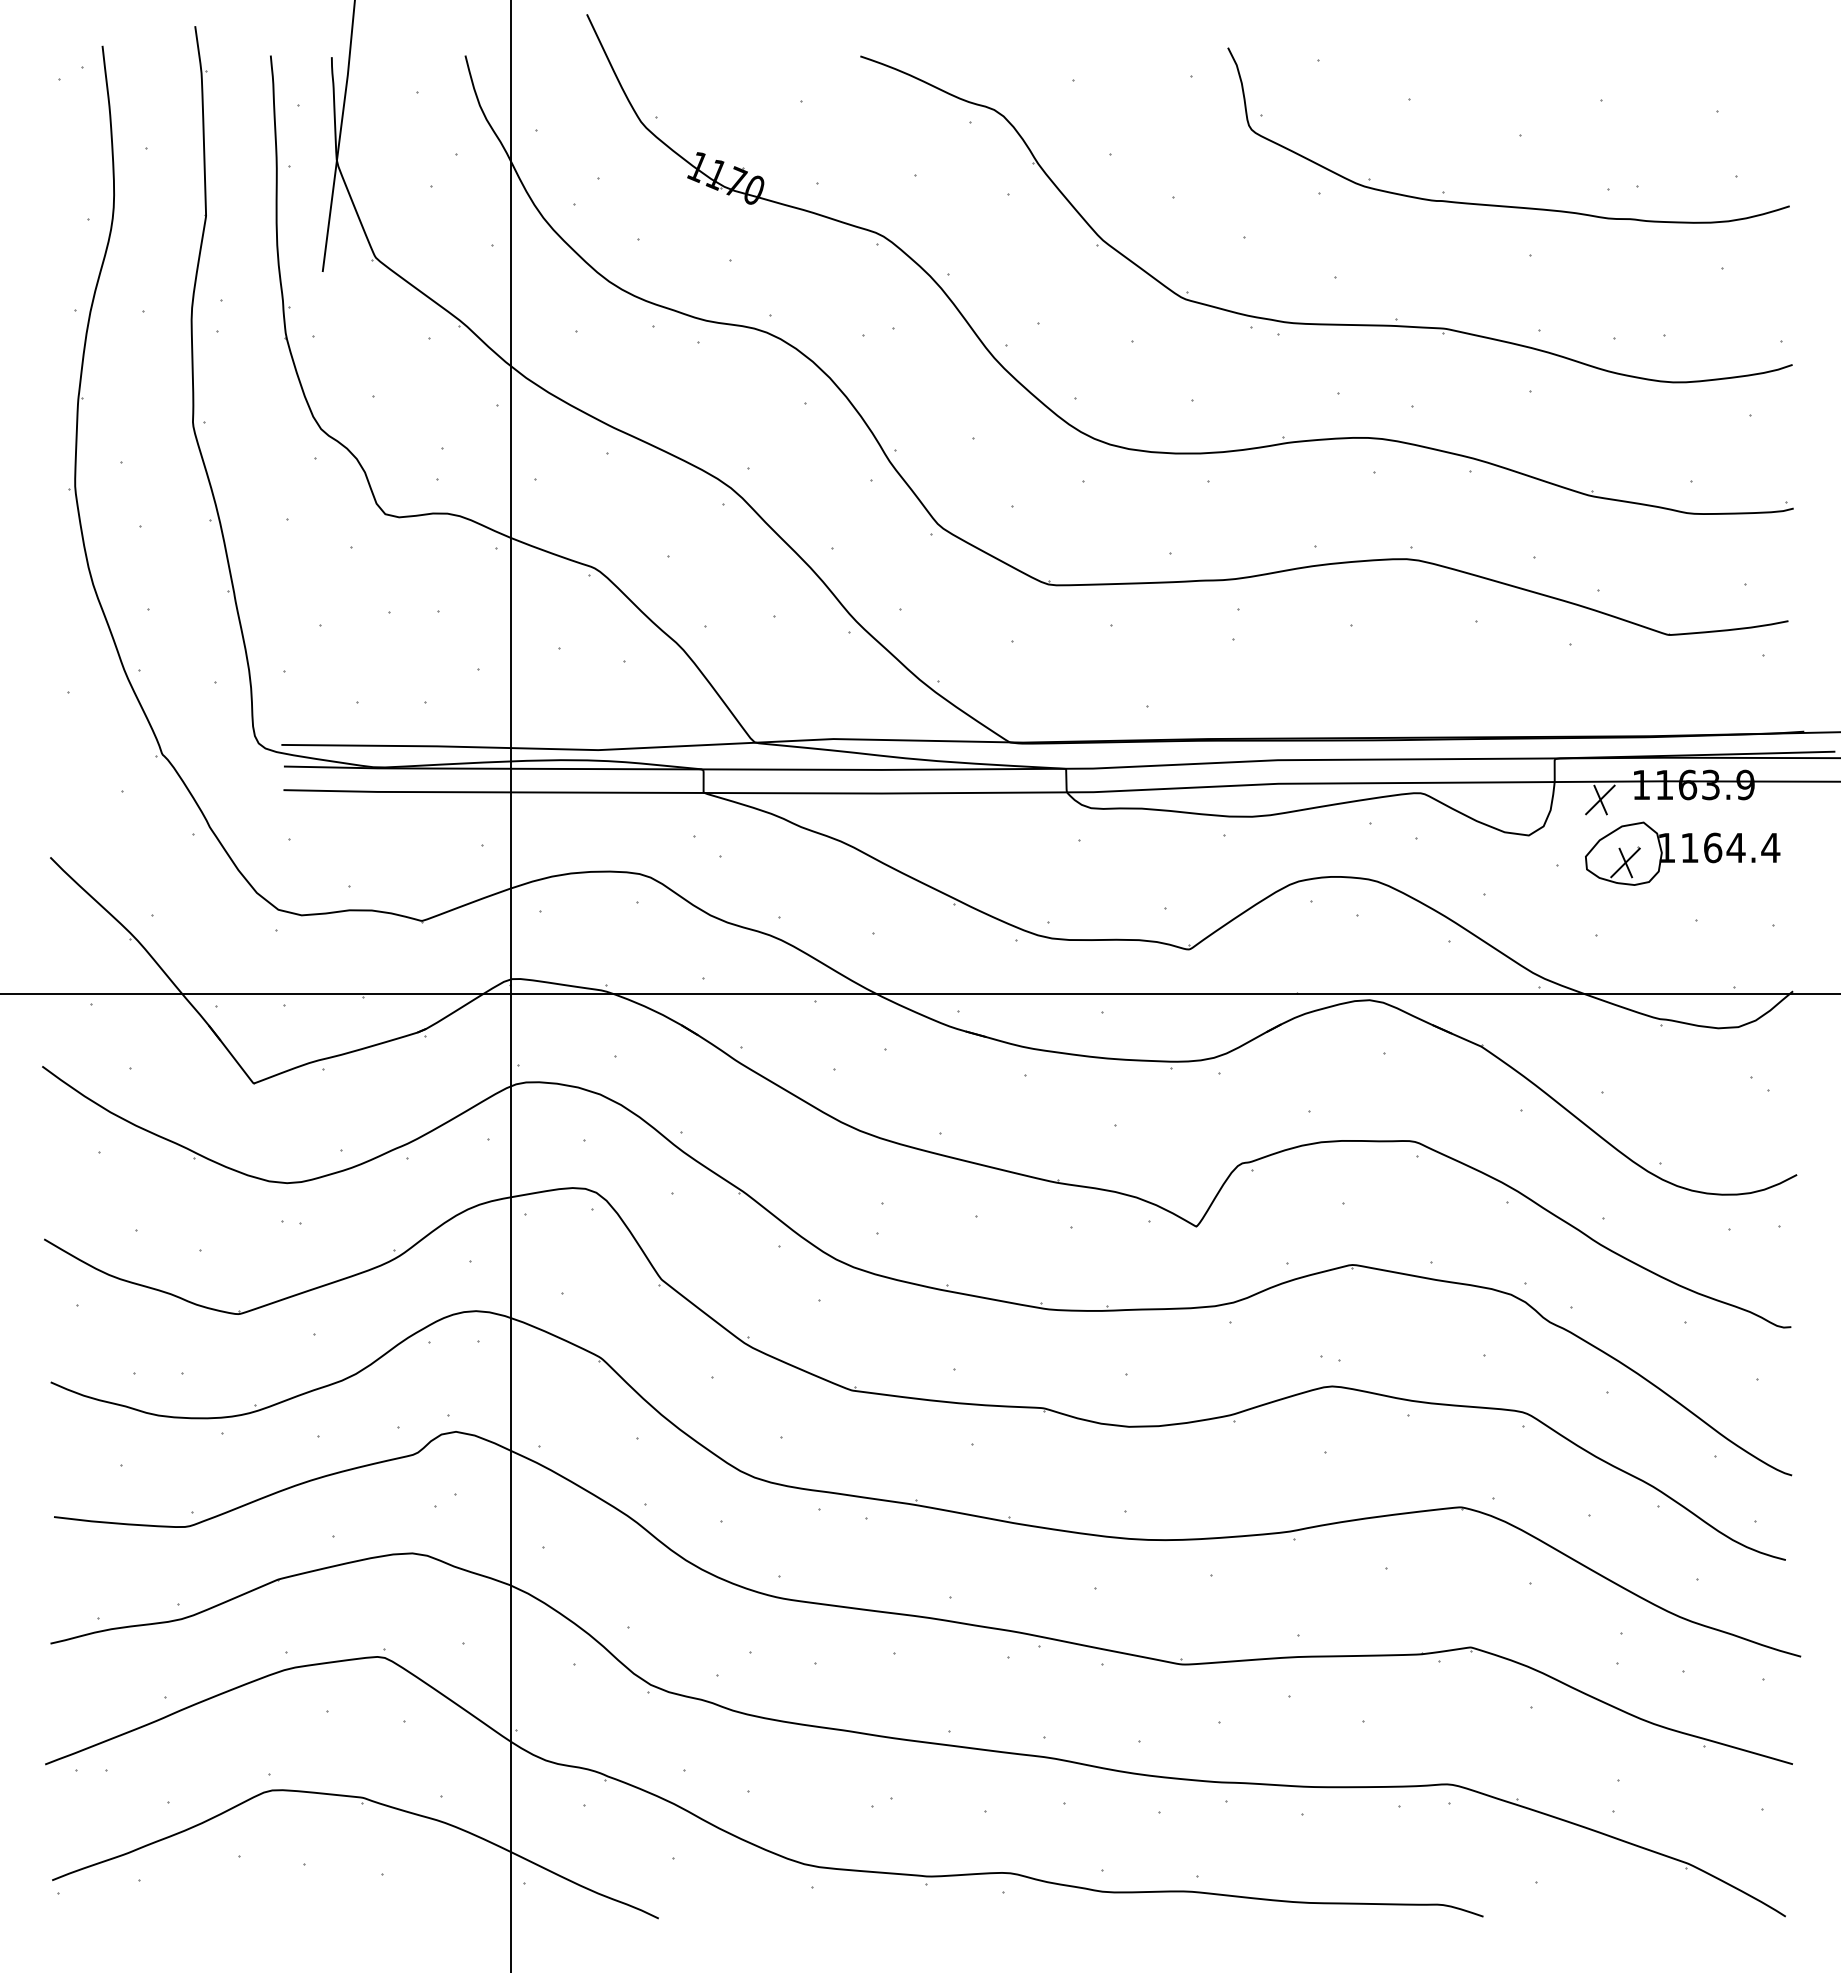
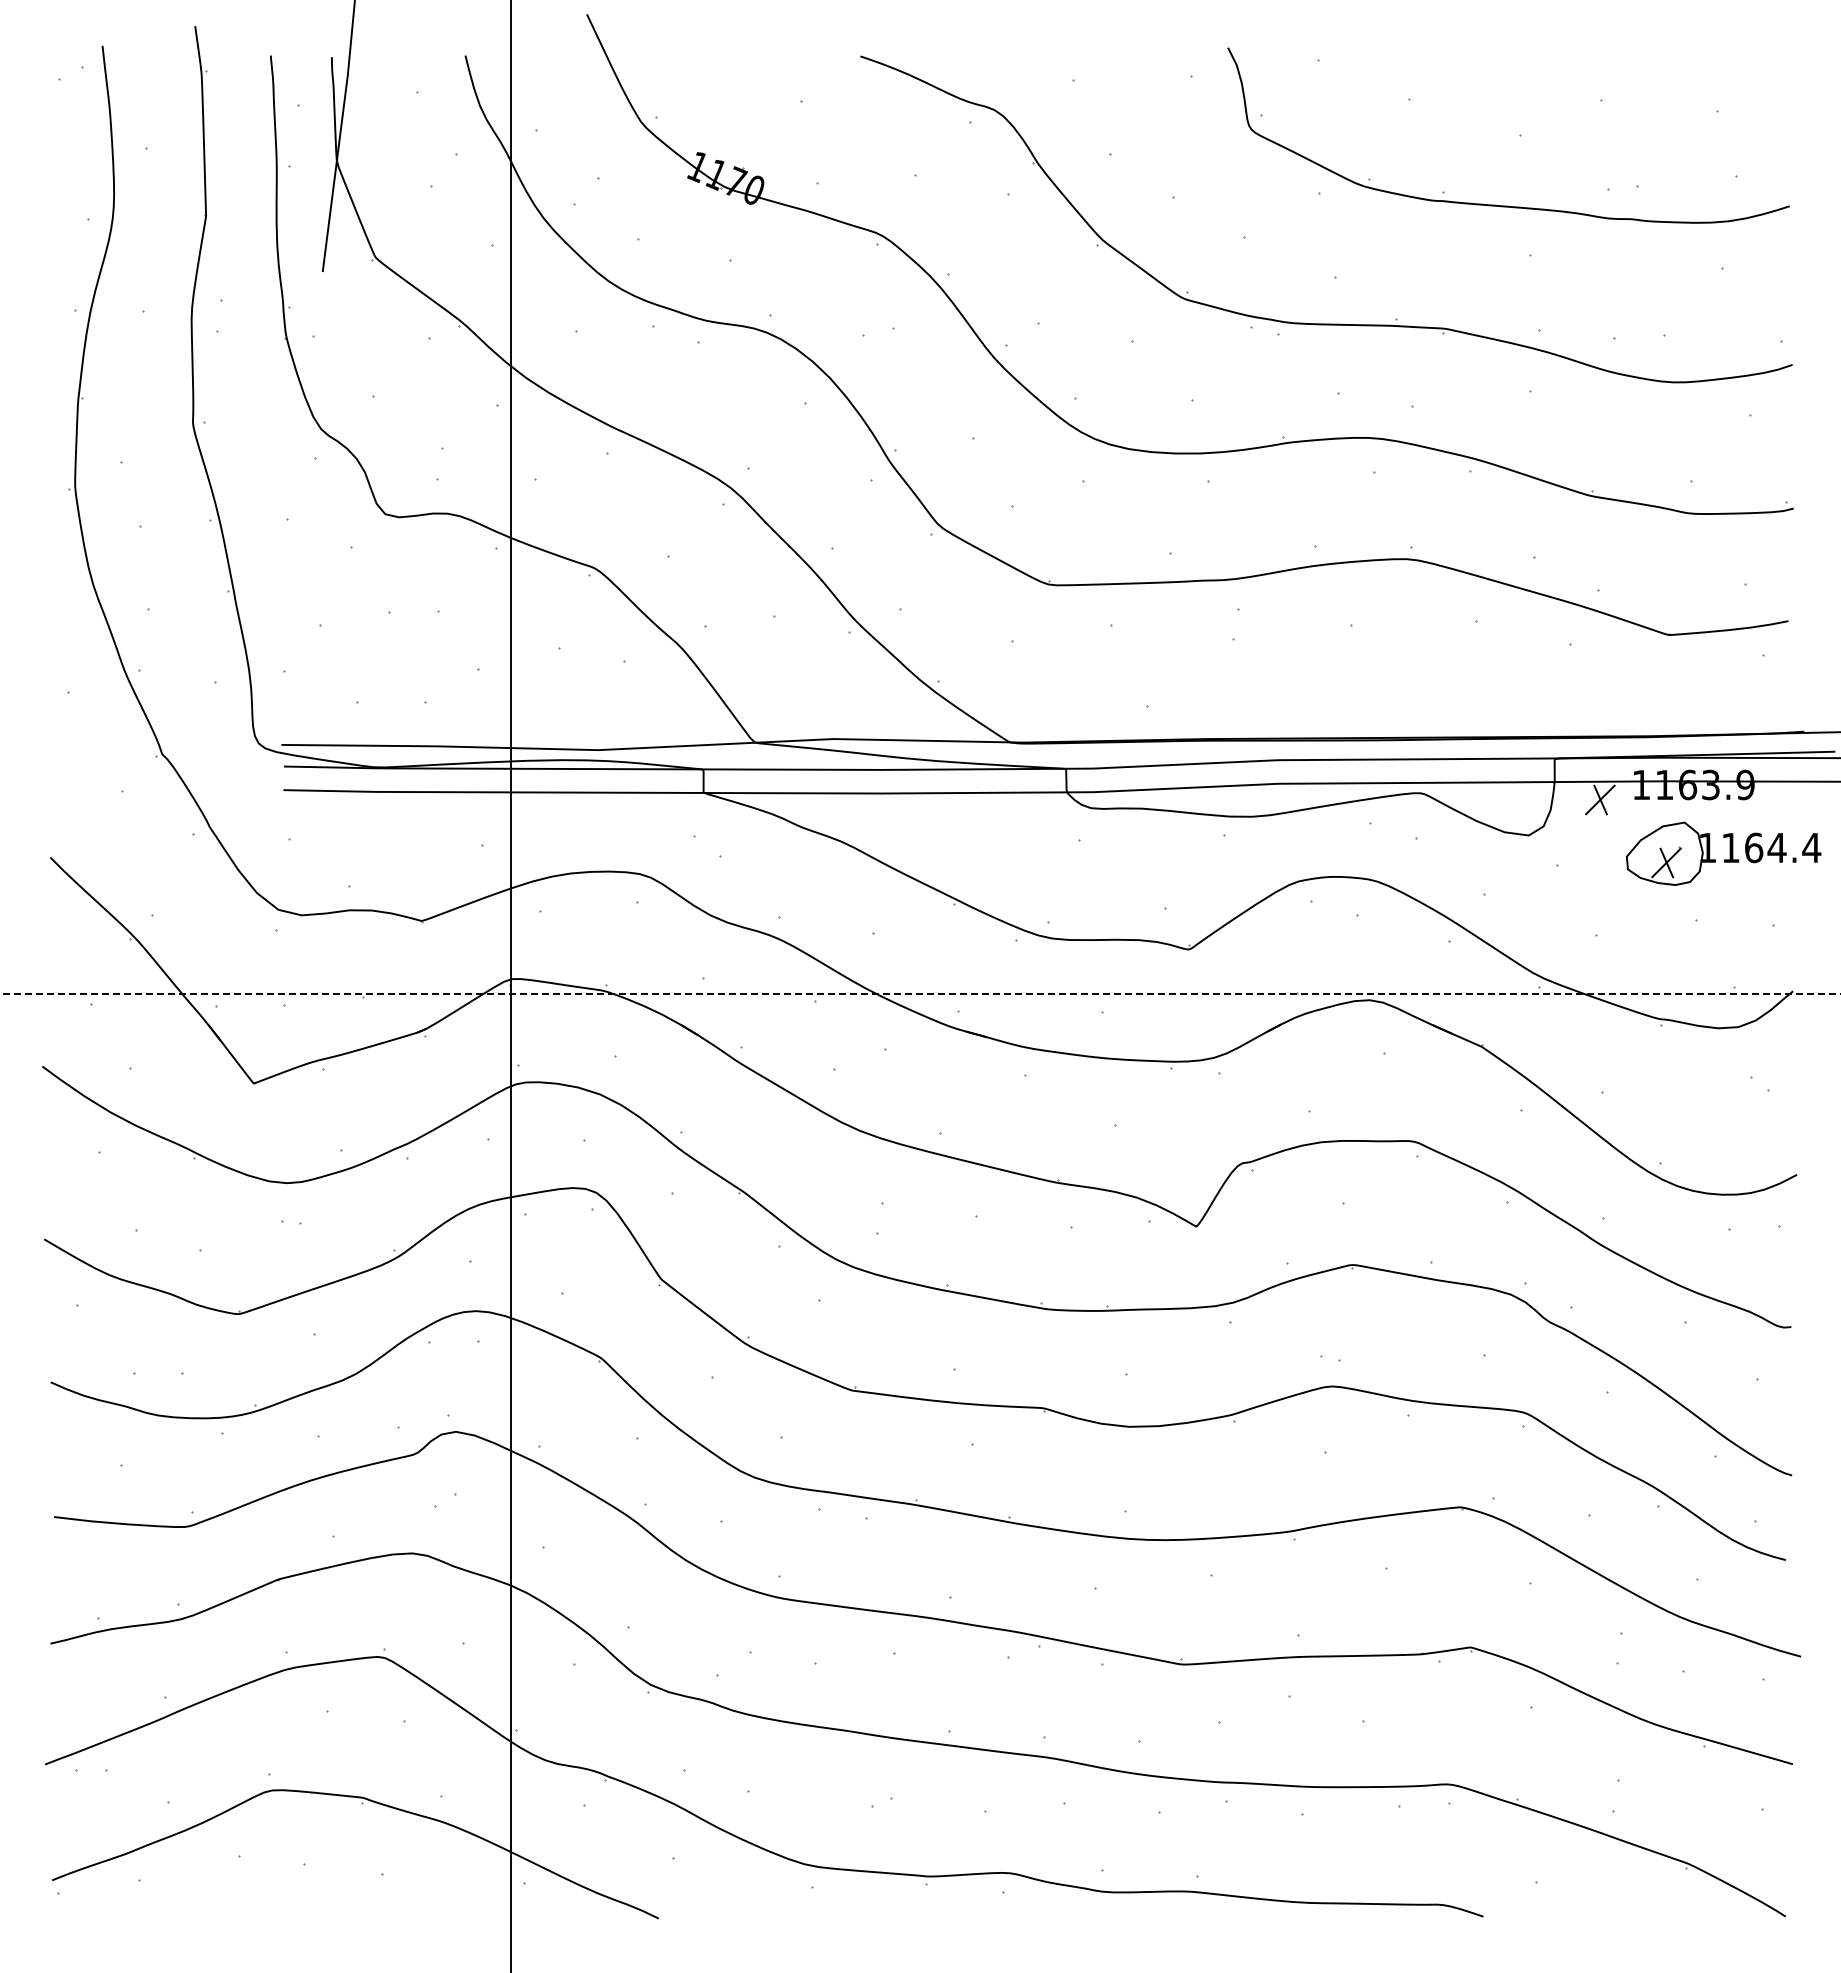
part at (1682, 853) position: (1682, 853) -> (1723, 853)
line at (920, 993): solid -> dashed
